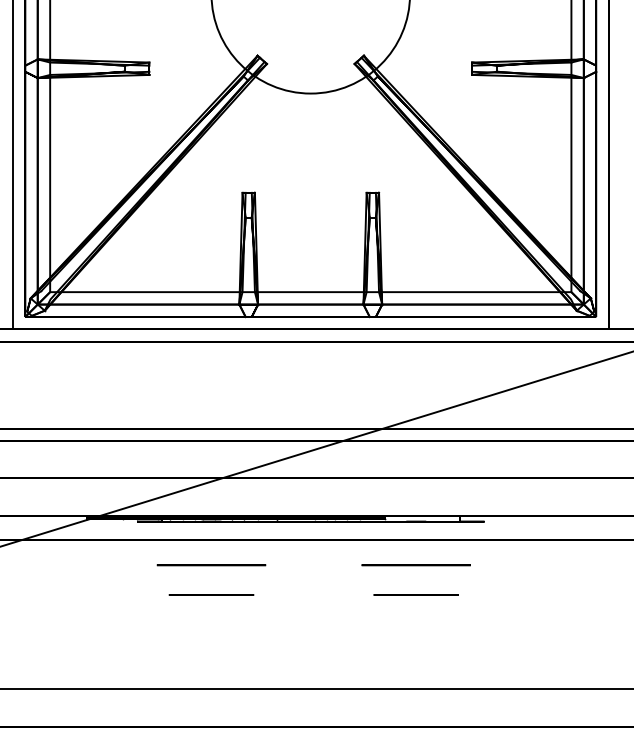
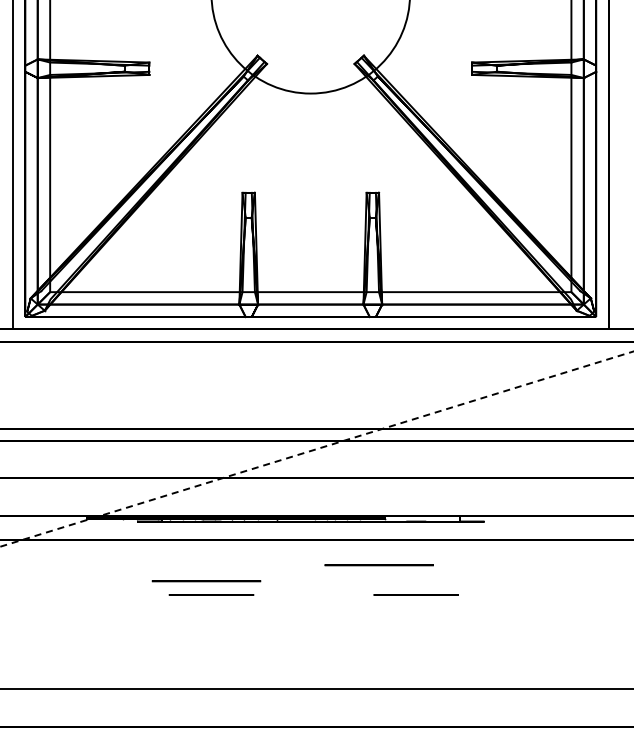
line at (316, 449): solid -> dashed
circle at (211, 565) position: (211, 565) -> (206, 581)
circle at (415, 565) position: (415, 565) -> (378, 565)
